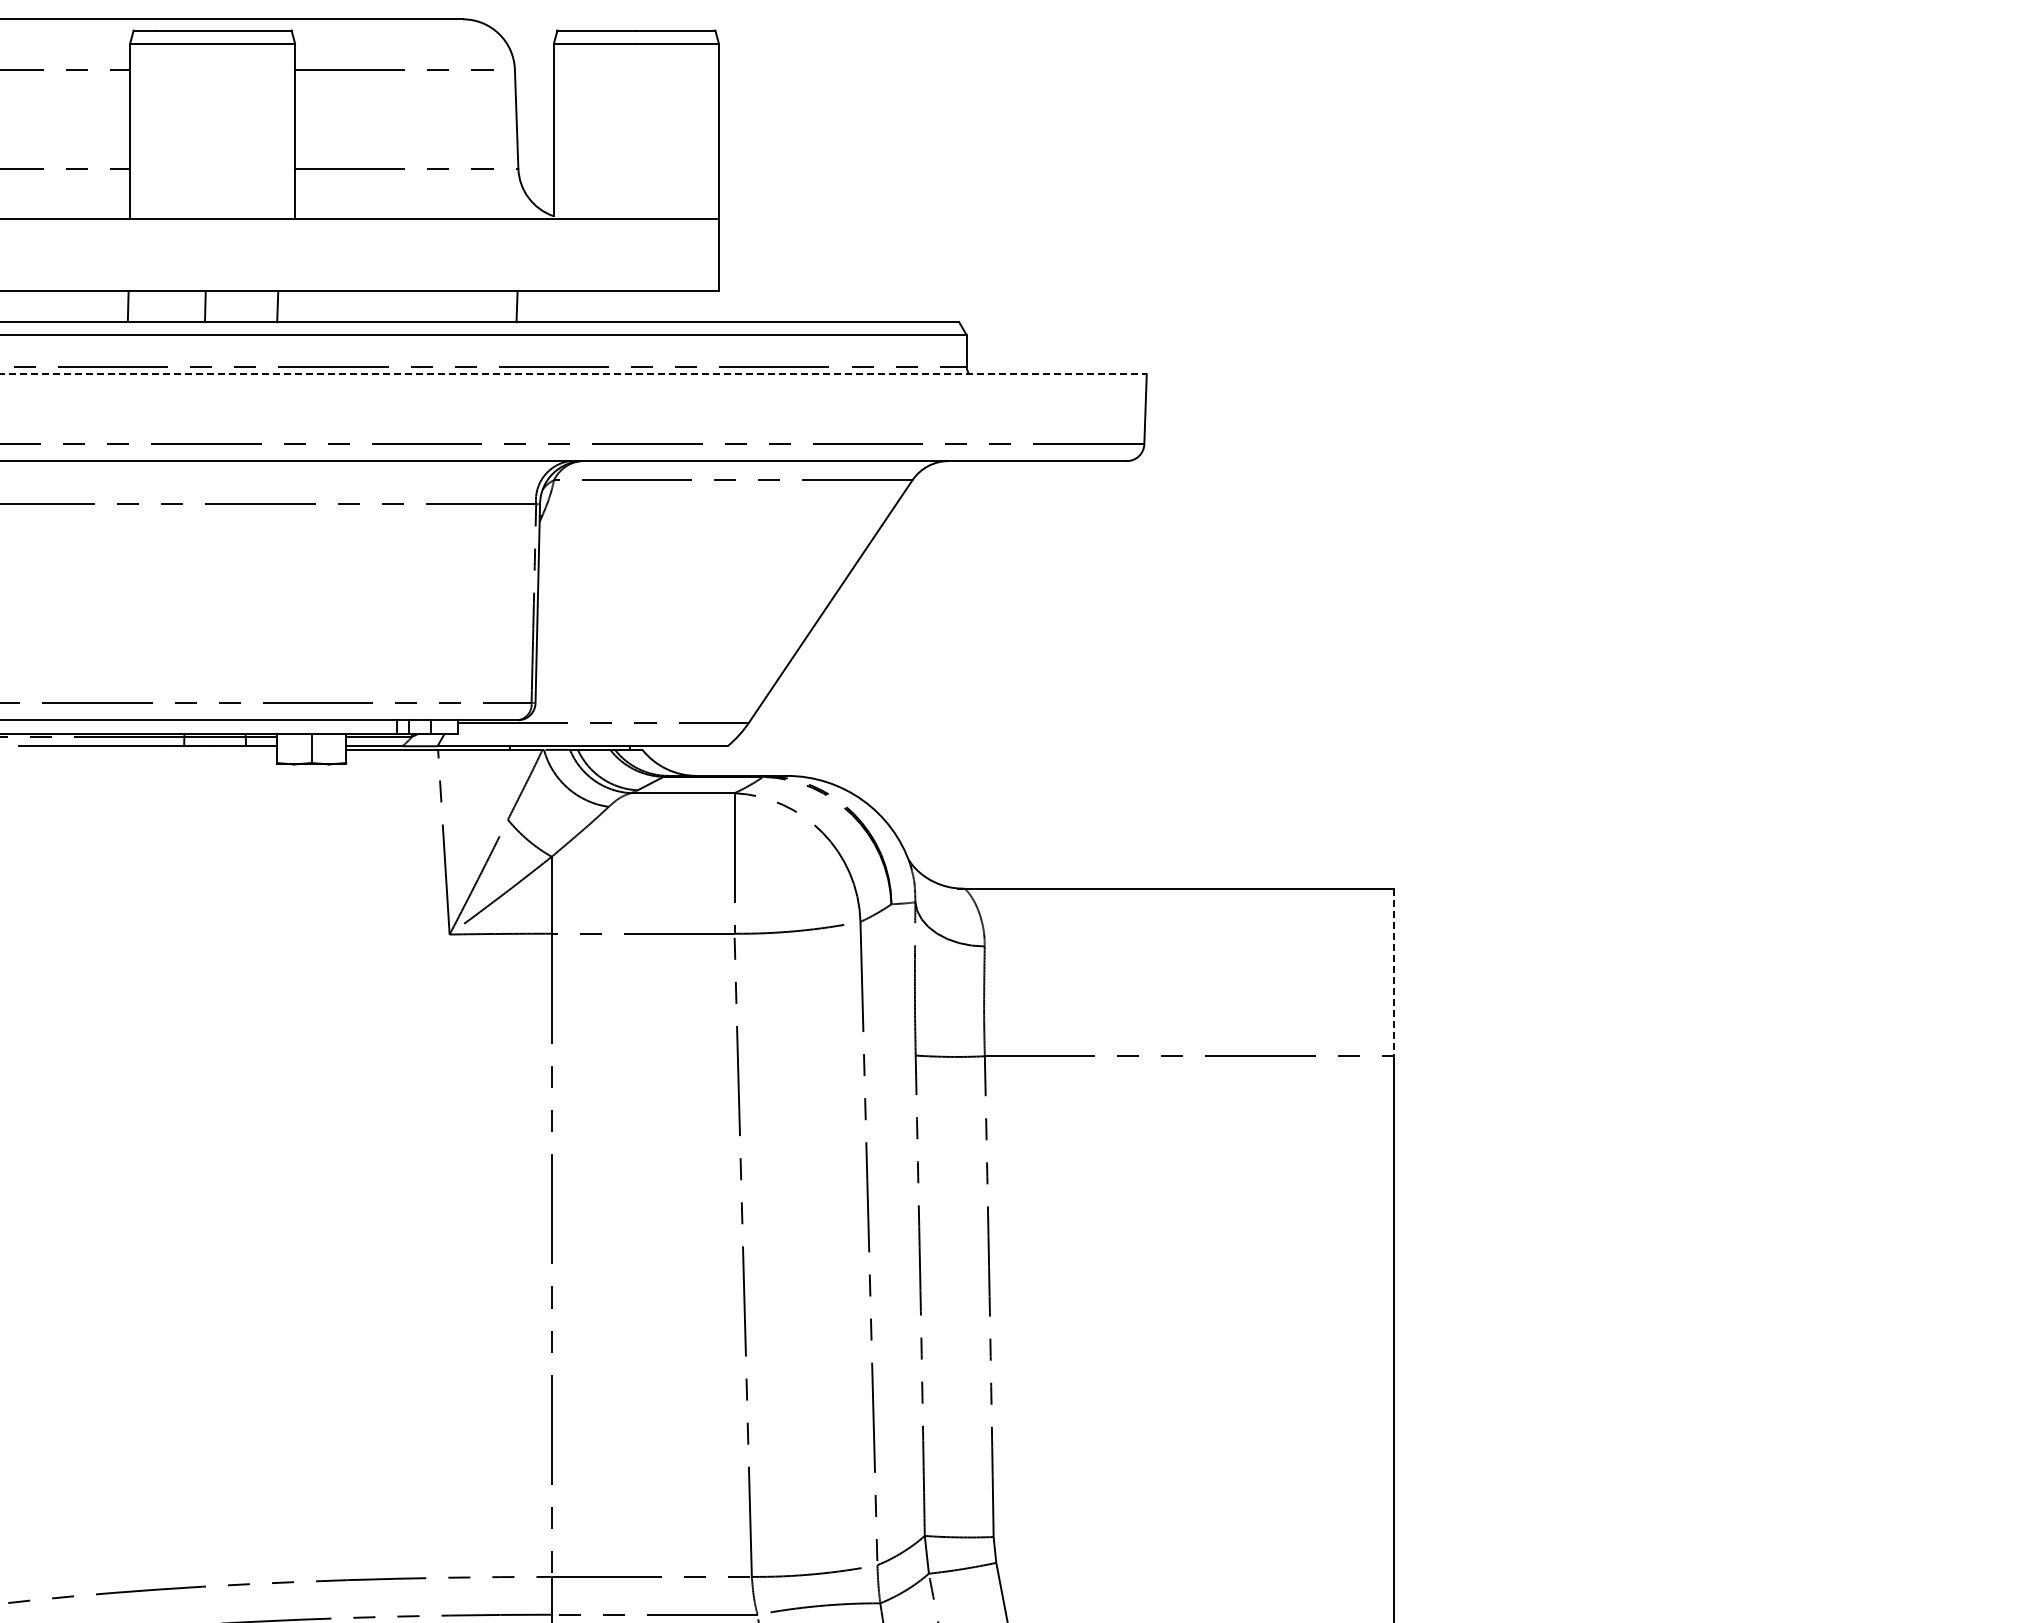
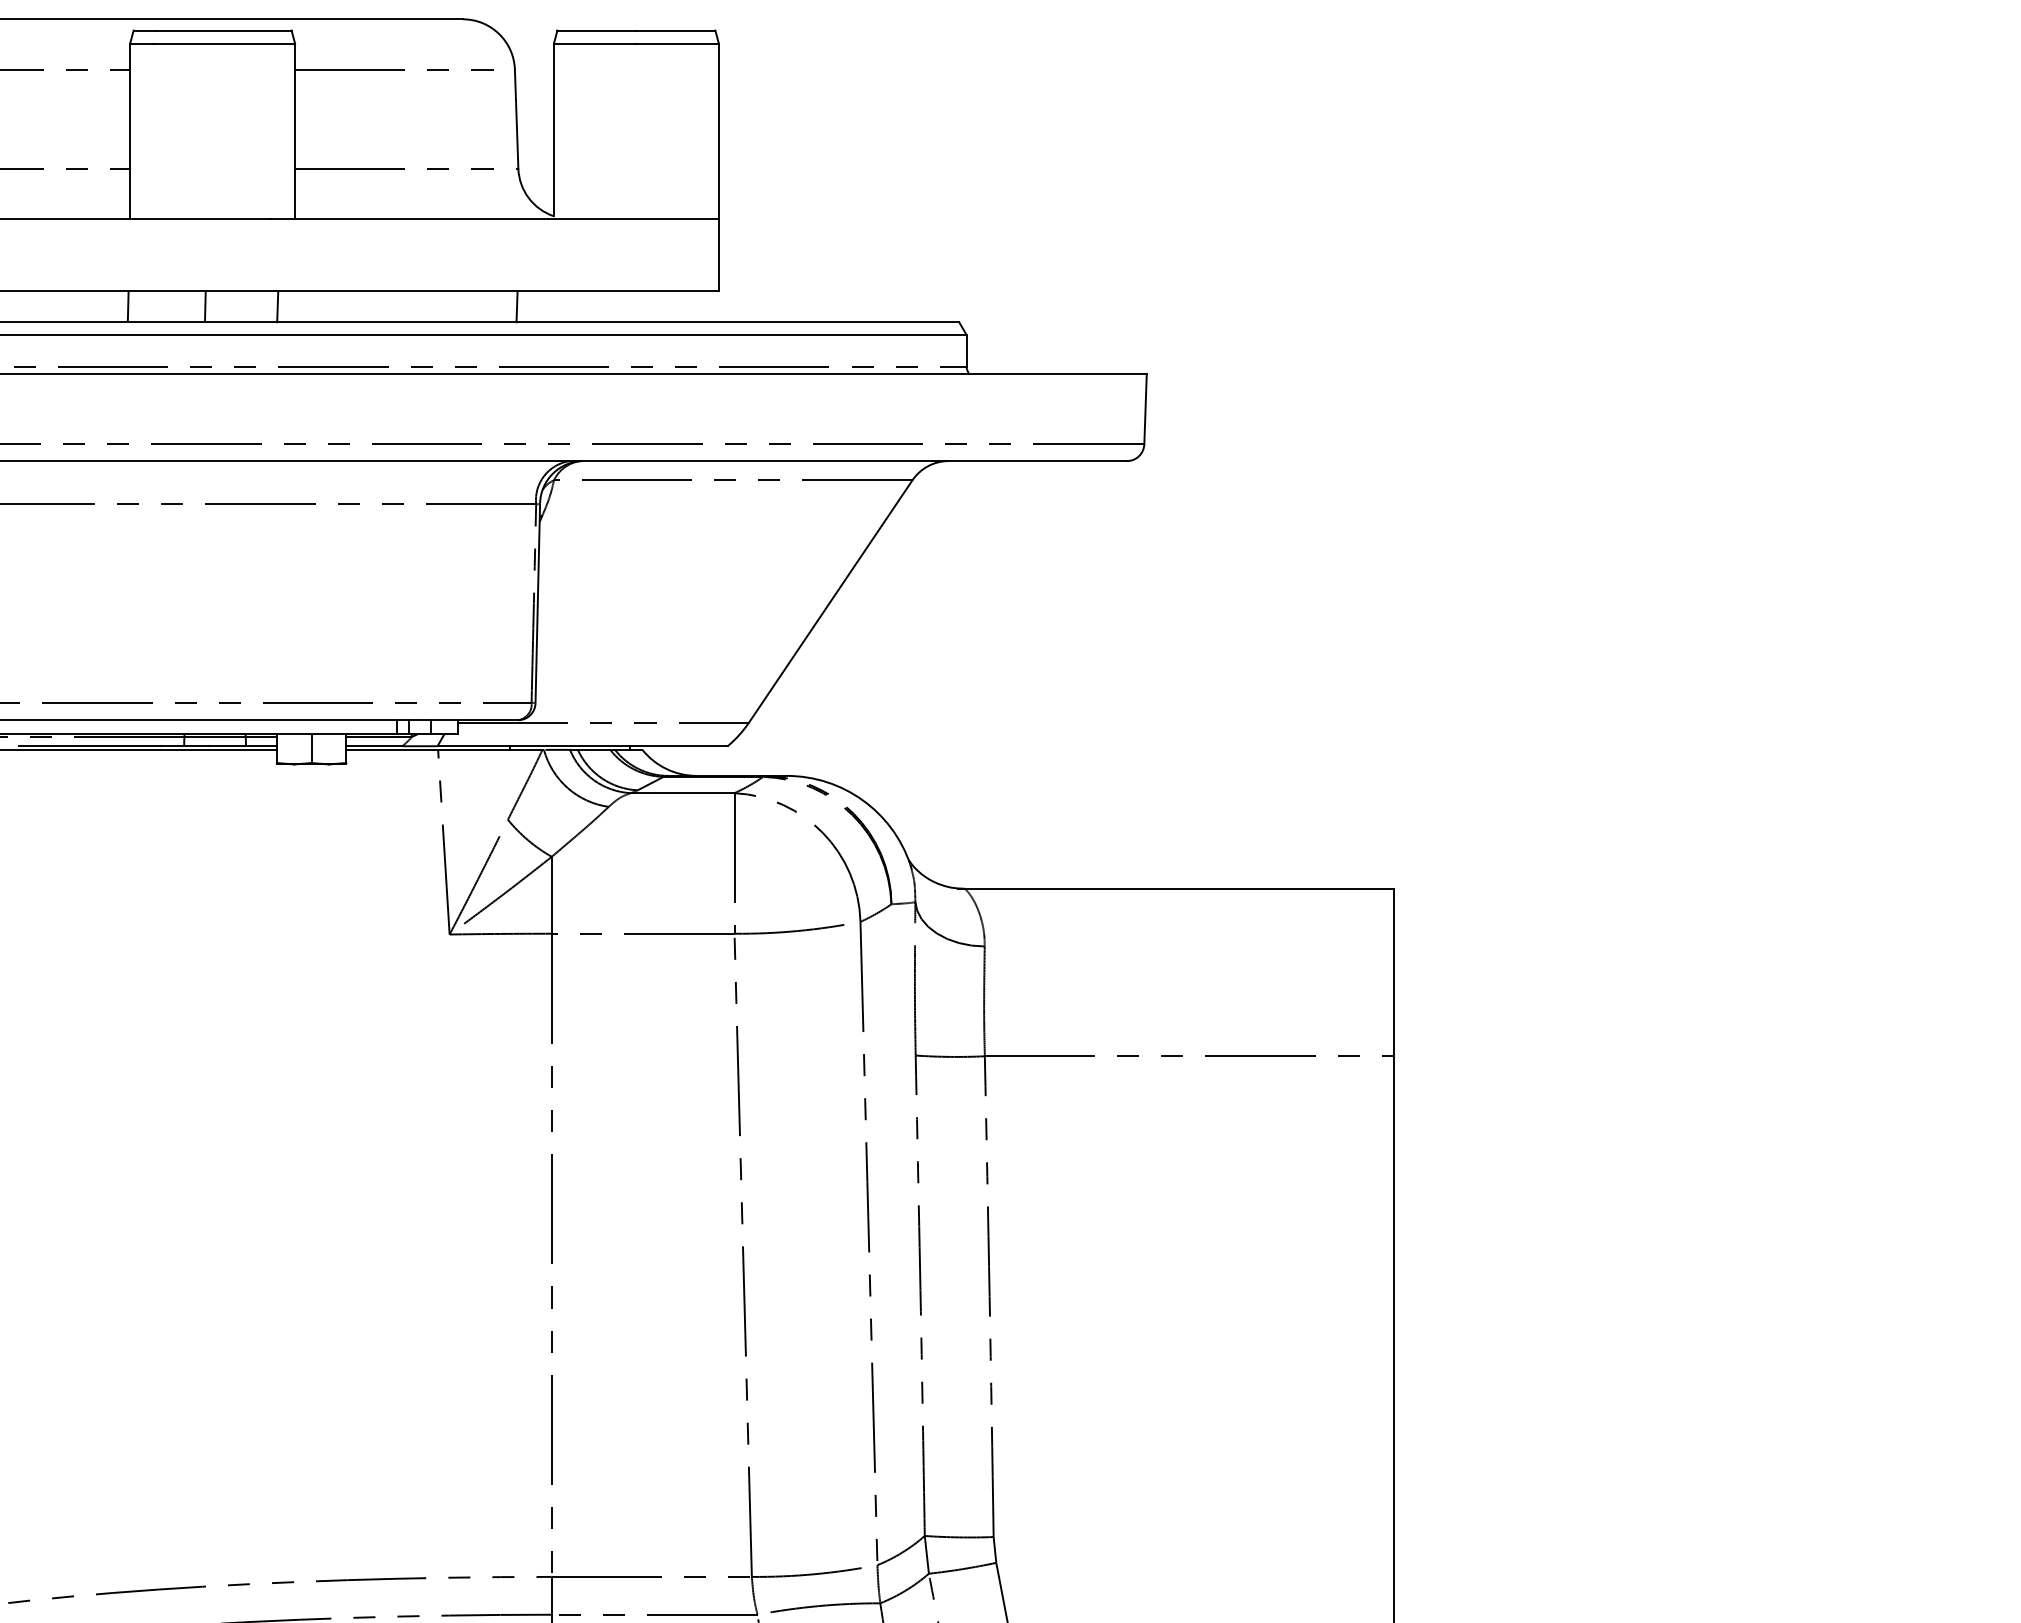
line at (573, 374): dashed -> solid
line at (139, 749): none -> present
line at (1394, 972): dashed -> solid
